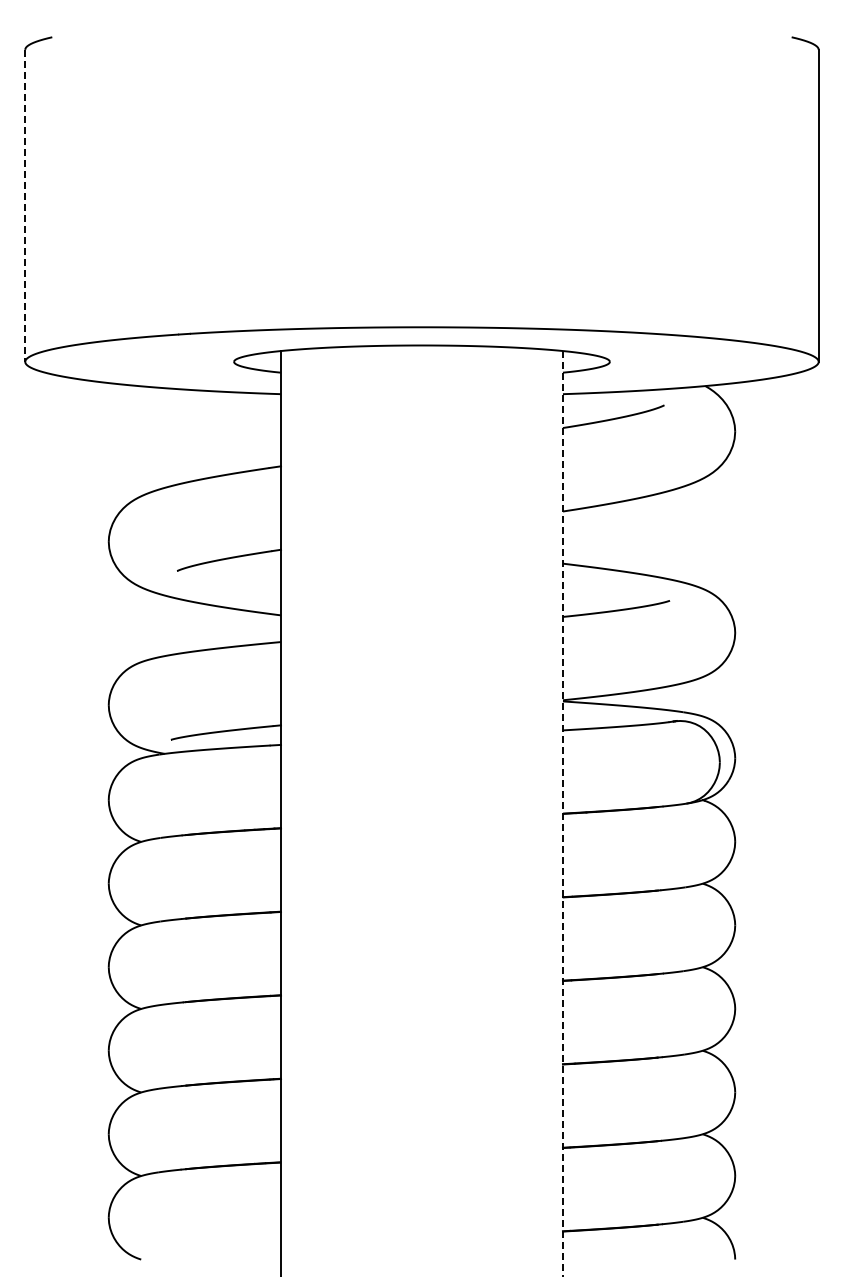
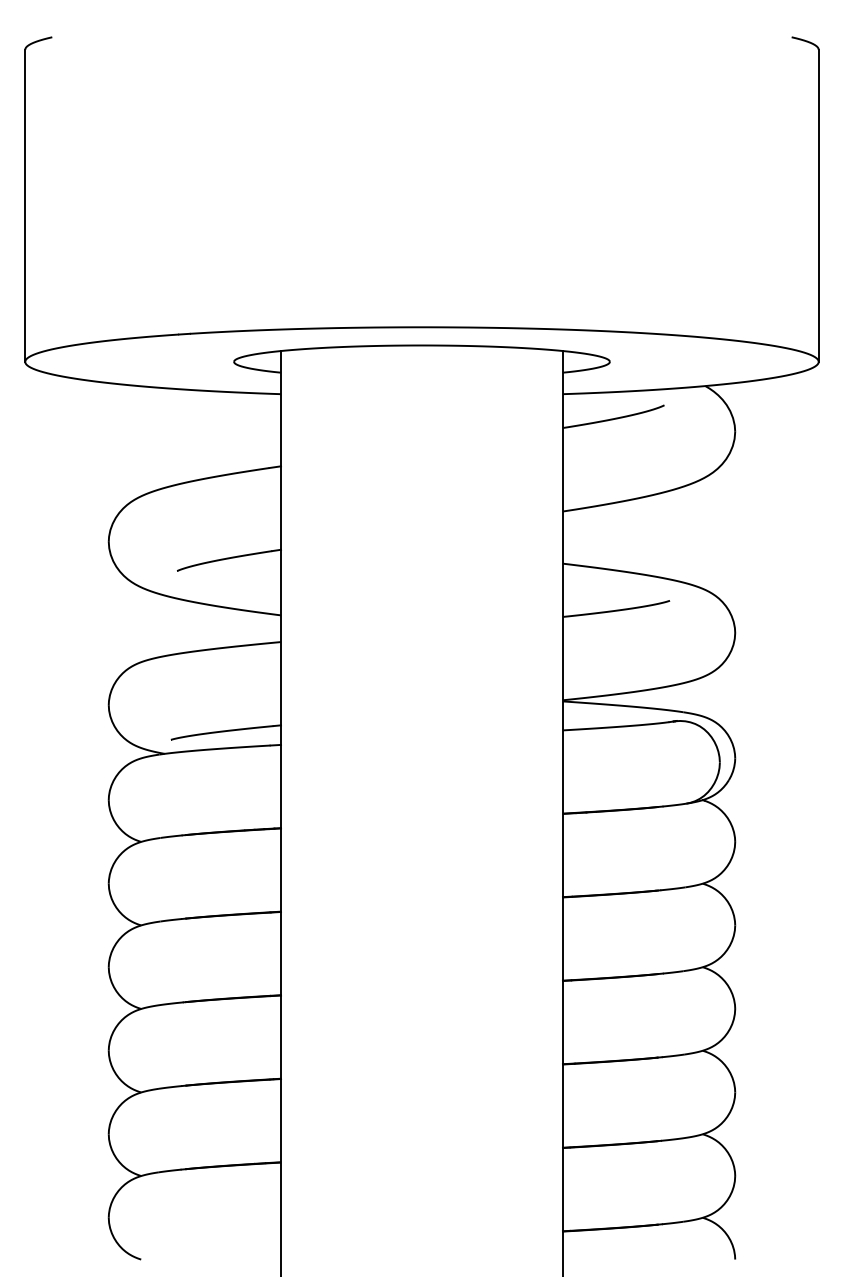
line at (25, 206): dashed -> solid
line at (562, 813): dashed -> solid
